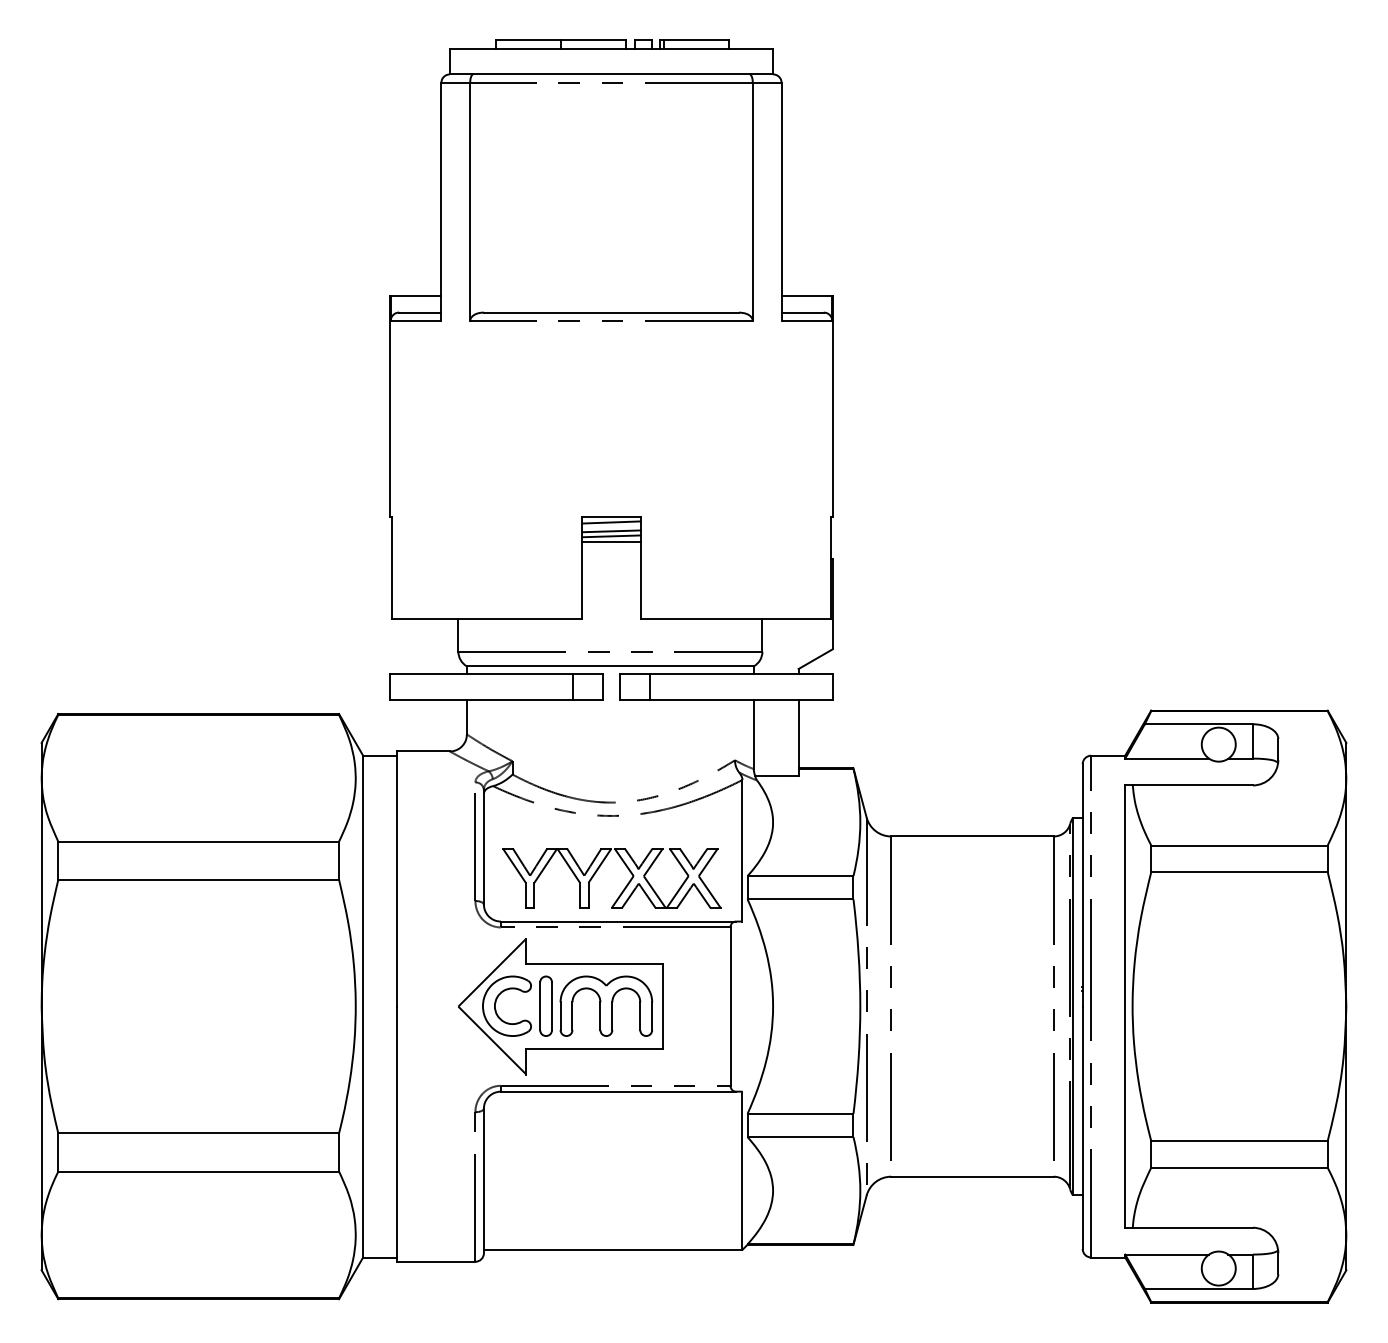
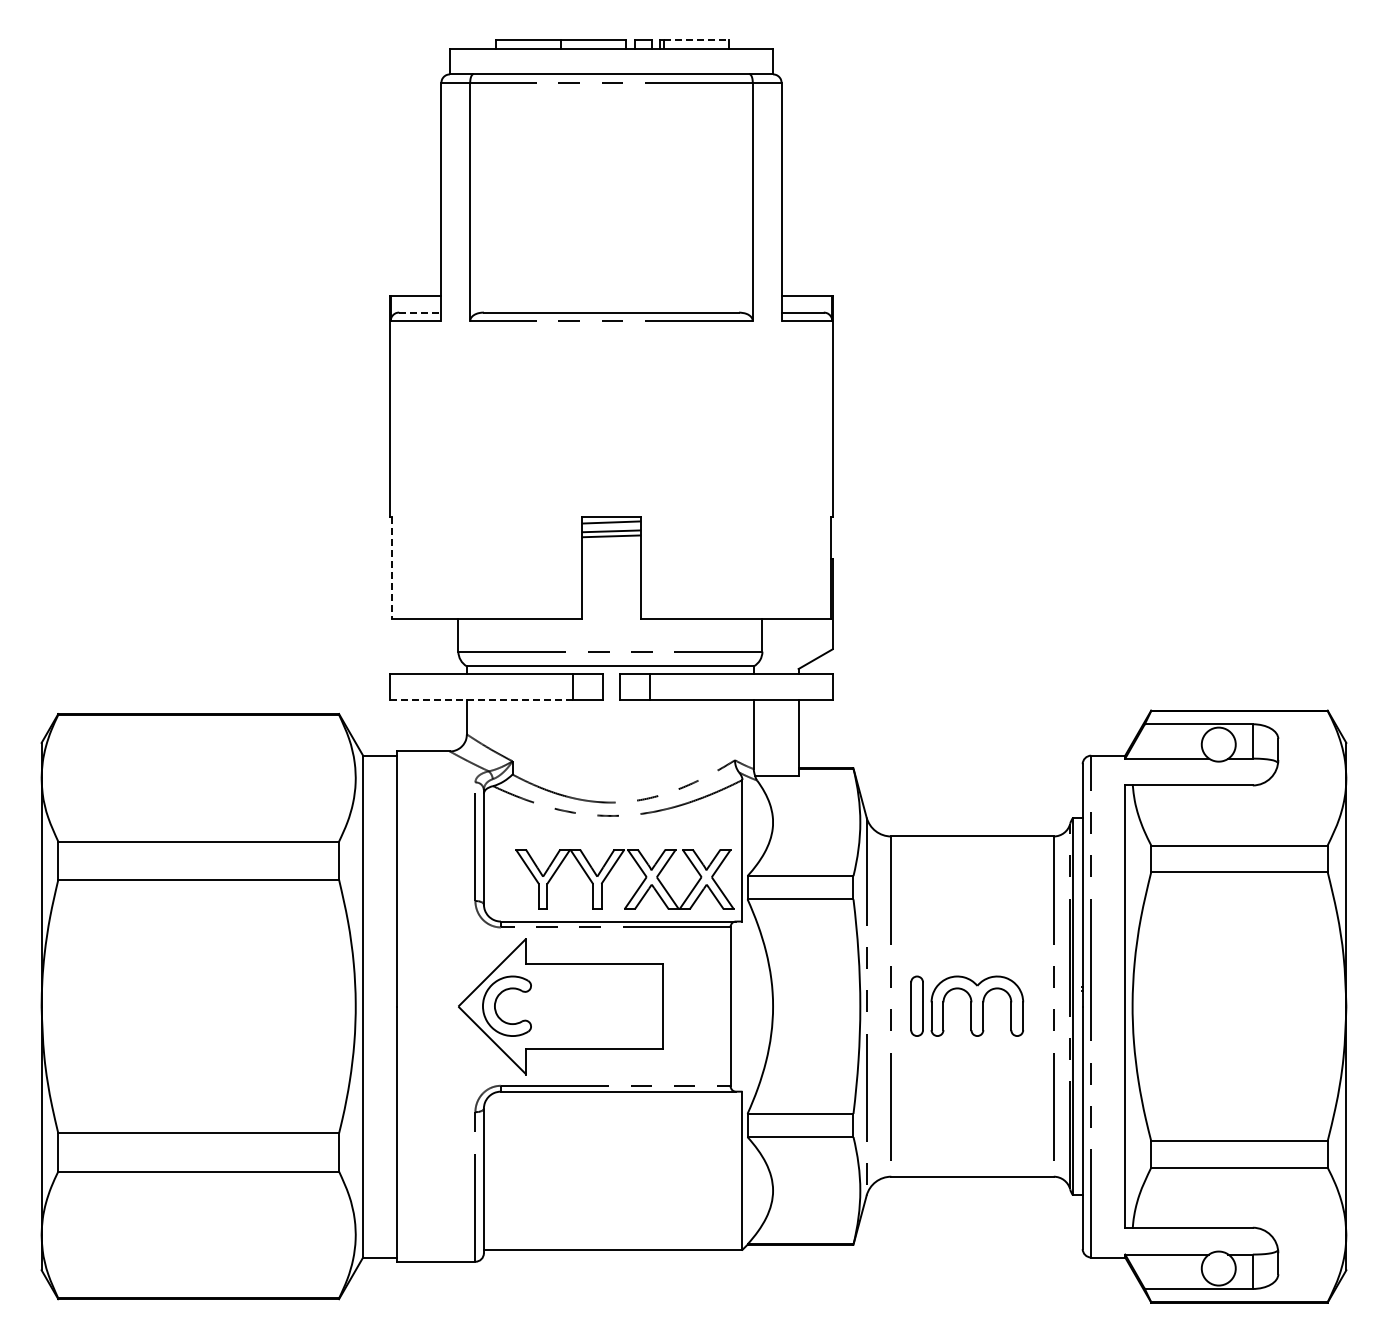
line at (696, 40): solid -> dashed
line at (420, 312): solid -> dashed
line at (611, 542): present -> none
line at (392, 568): solid -> dashed
line at (481, 699): solid -> dashed
part at (599, 868) position: (599, 868) -> (612, 869)
part at (596, 1005) position: (596, 1005) -> (967, 1005)
